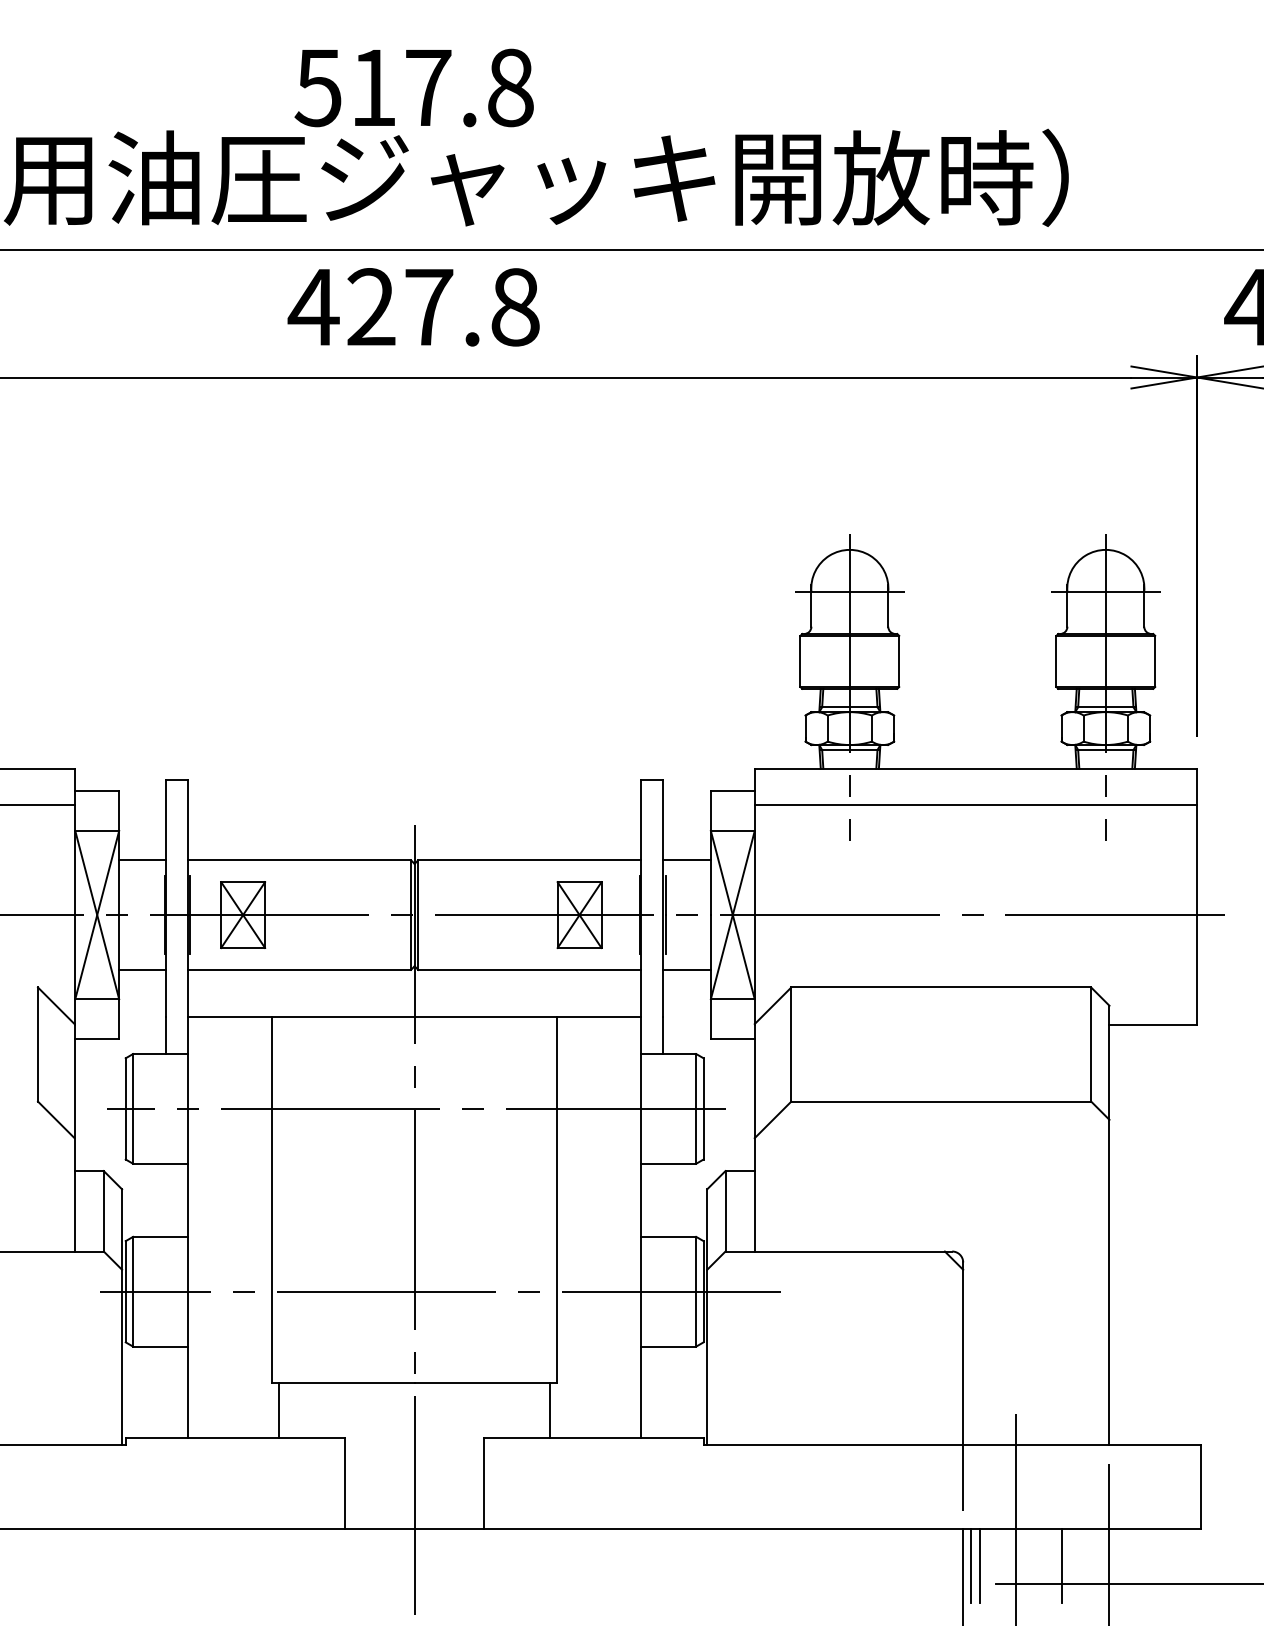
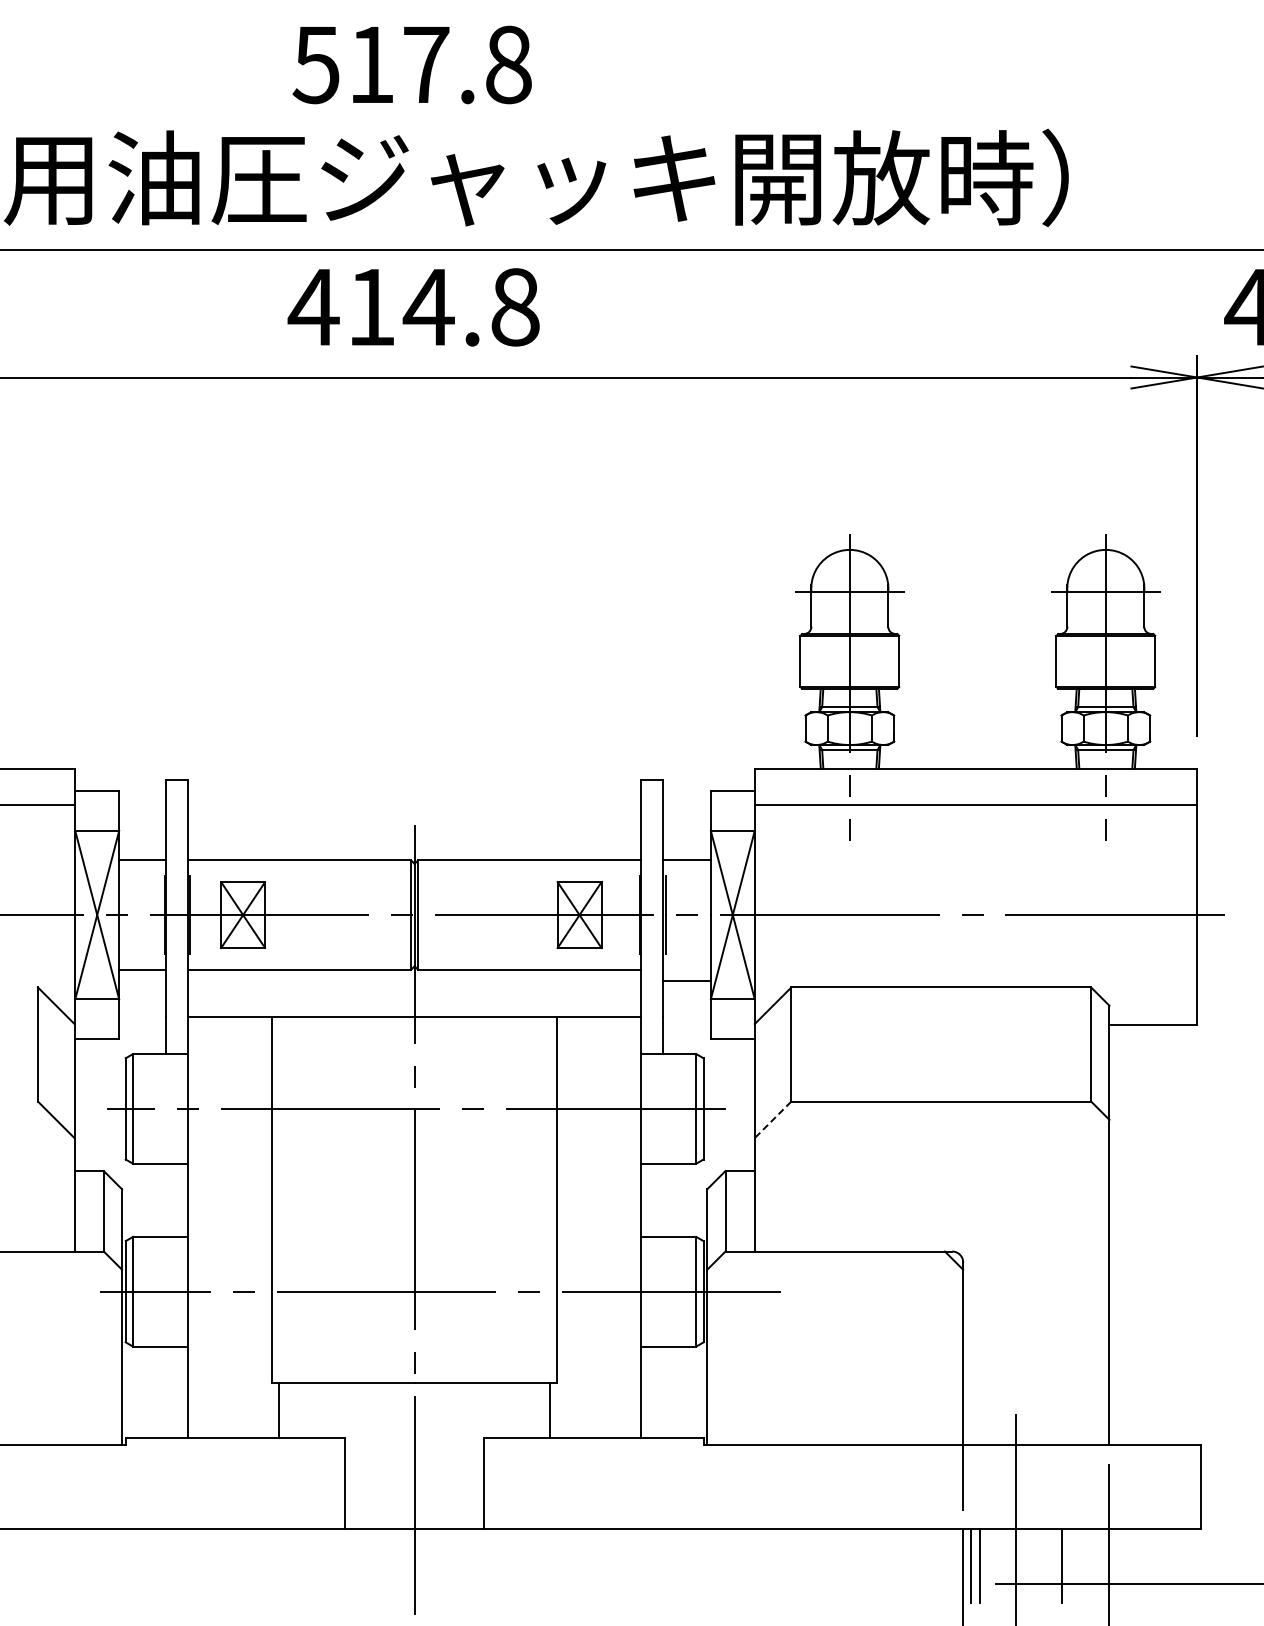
text at (413, 87) position: (413, 87) -> (411, 64)
text at (400, 306): 427.8 -> 414.8
line at (686, 969) position: (686, 969) -> (686, 980)
line at (773, 1119): solid -> dashed
